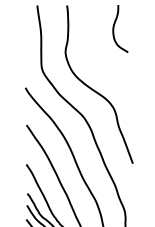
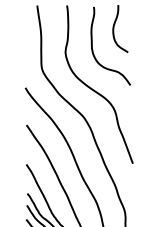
curve at (93, 49): none -> present
